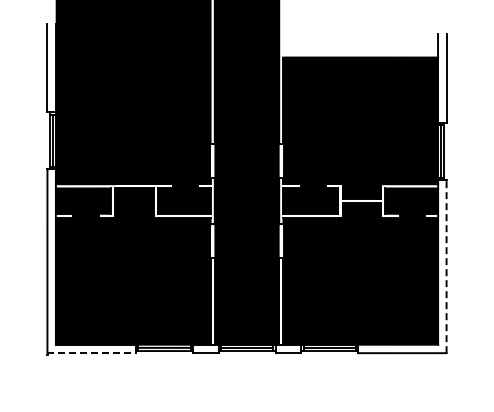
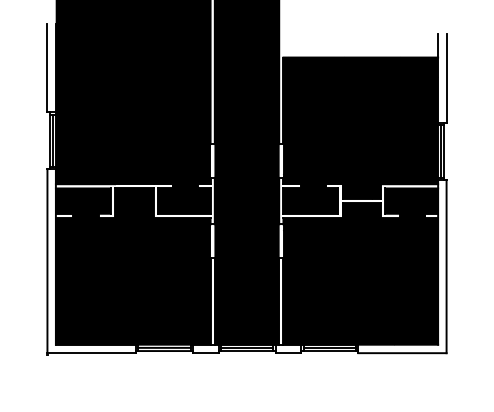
line at (446, 266): dashed -> solid
line at (92, 353): dashed -> solid
